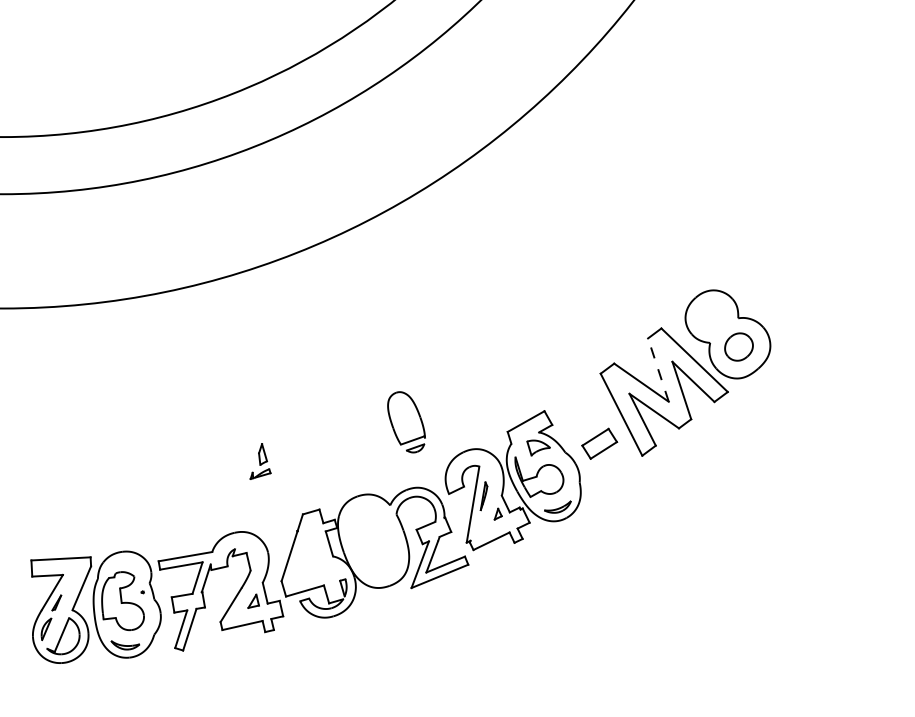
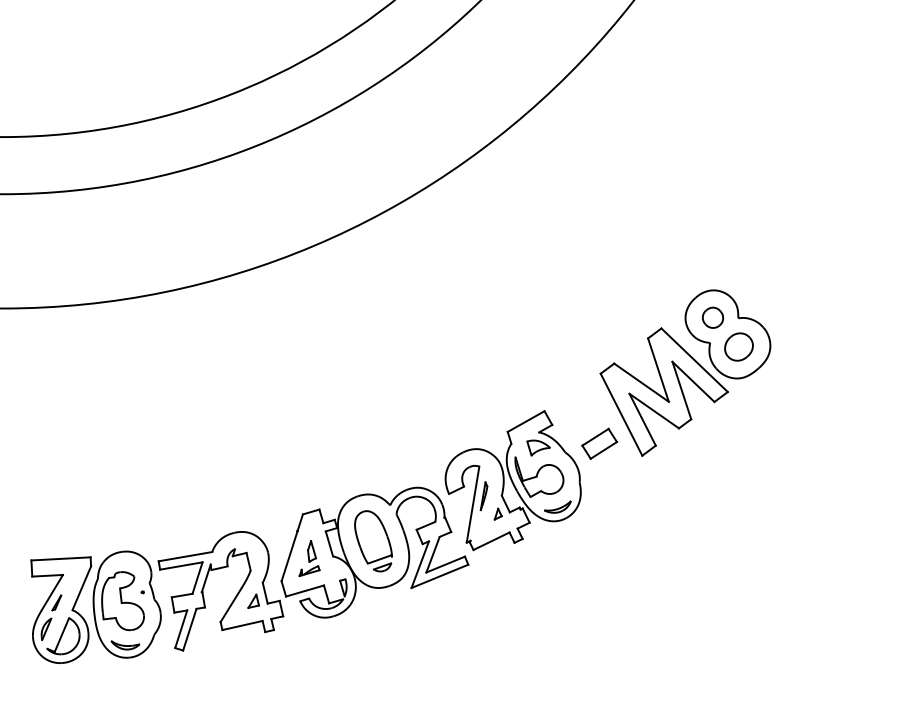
part at (712, 317): none -> present
line at (658, 369): dashed -> solid
part at (406, 422) position: (406, 422) -> (373, 541)
part at (260, 461) position: (260, 461) -> (309, 558)
